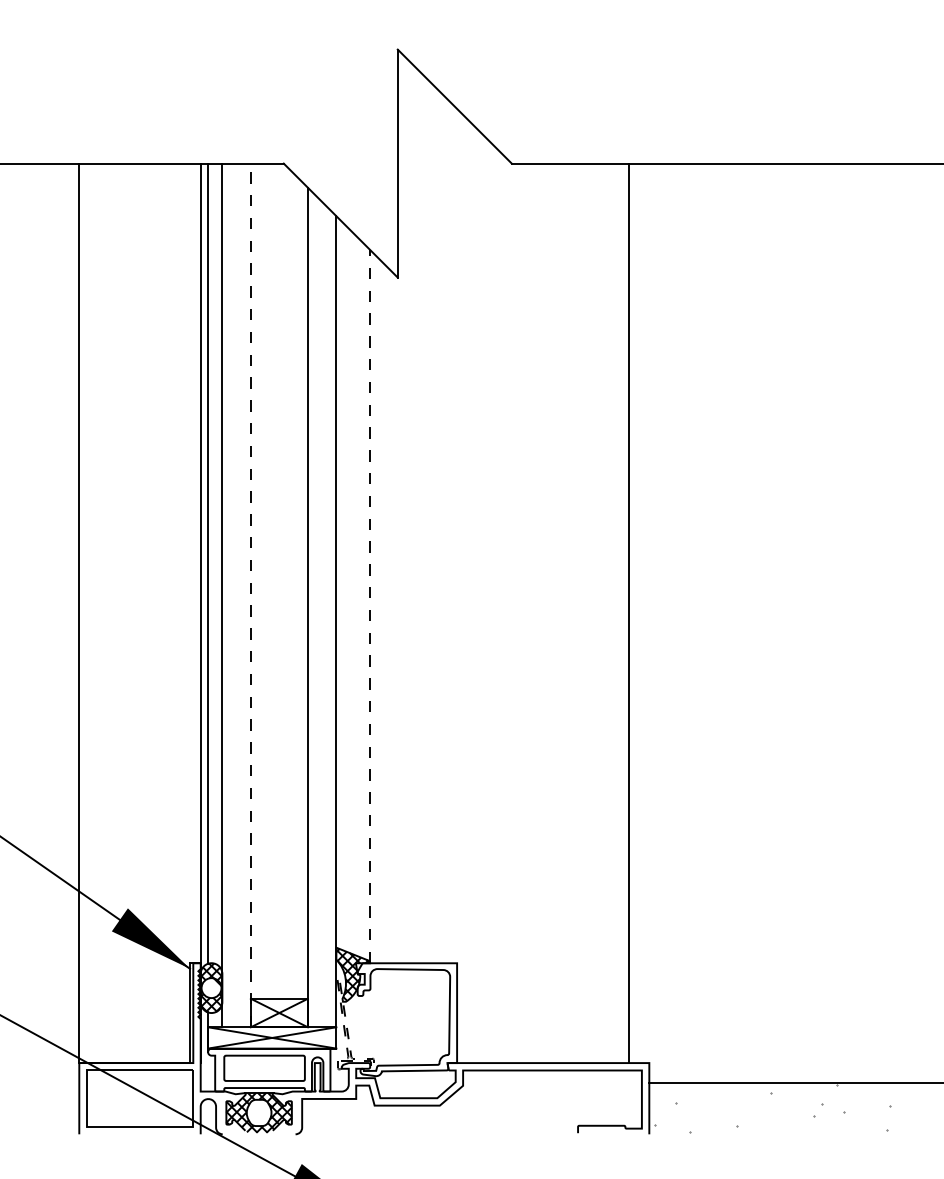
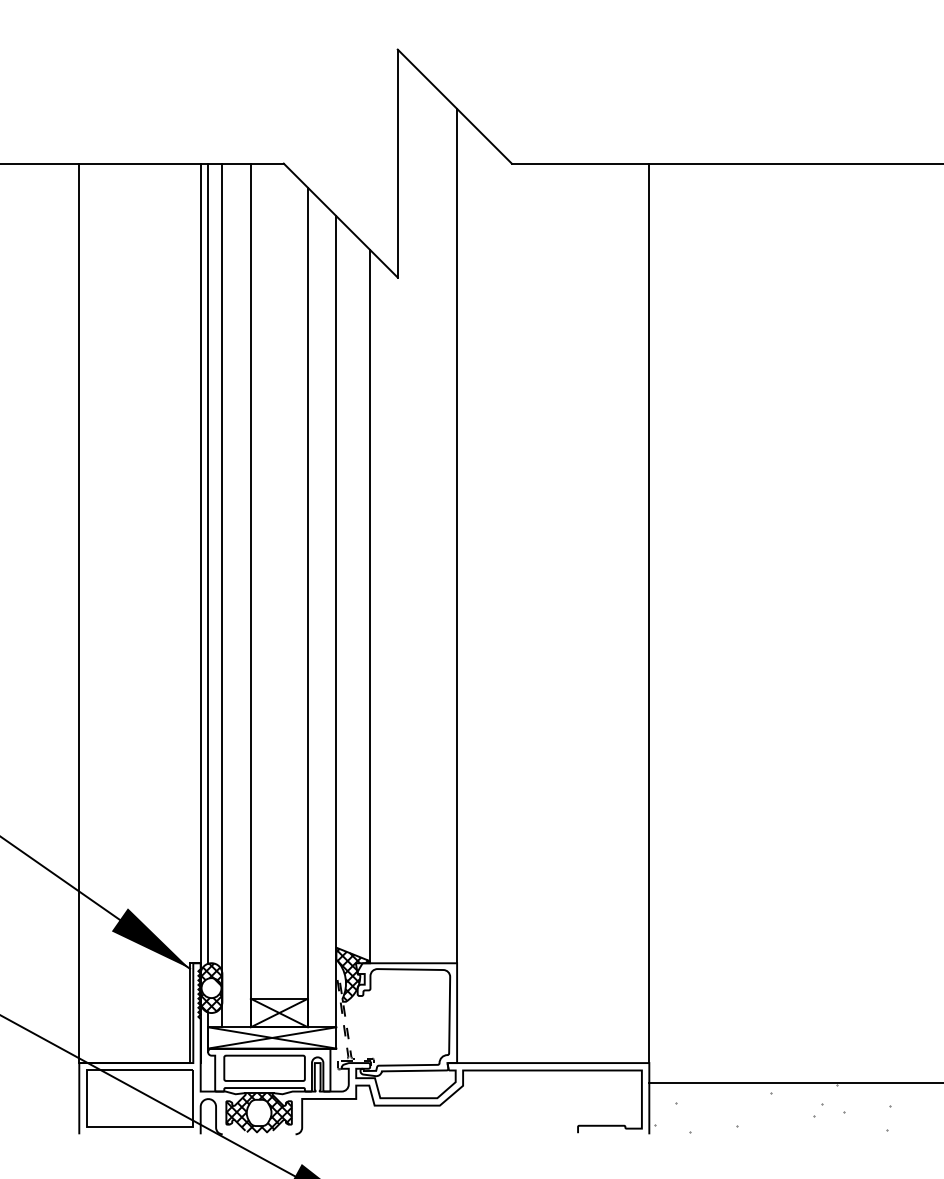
line at (457, 535): none -> present
line at (250, 595): dashed -> solid
line at (370, 606): dashed -> solid
line at (629, 613) position: (629, 613) -> (649, 613)
